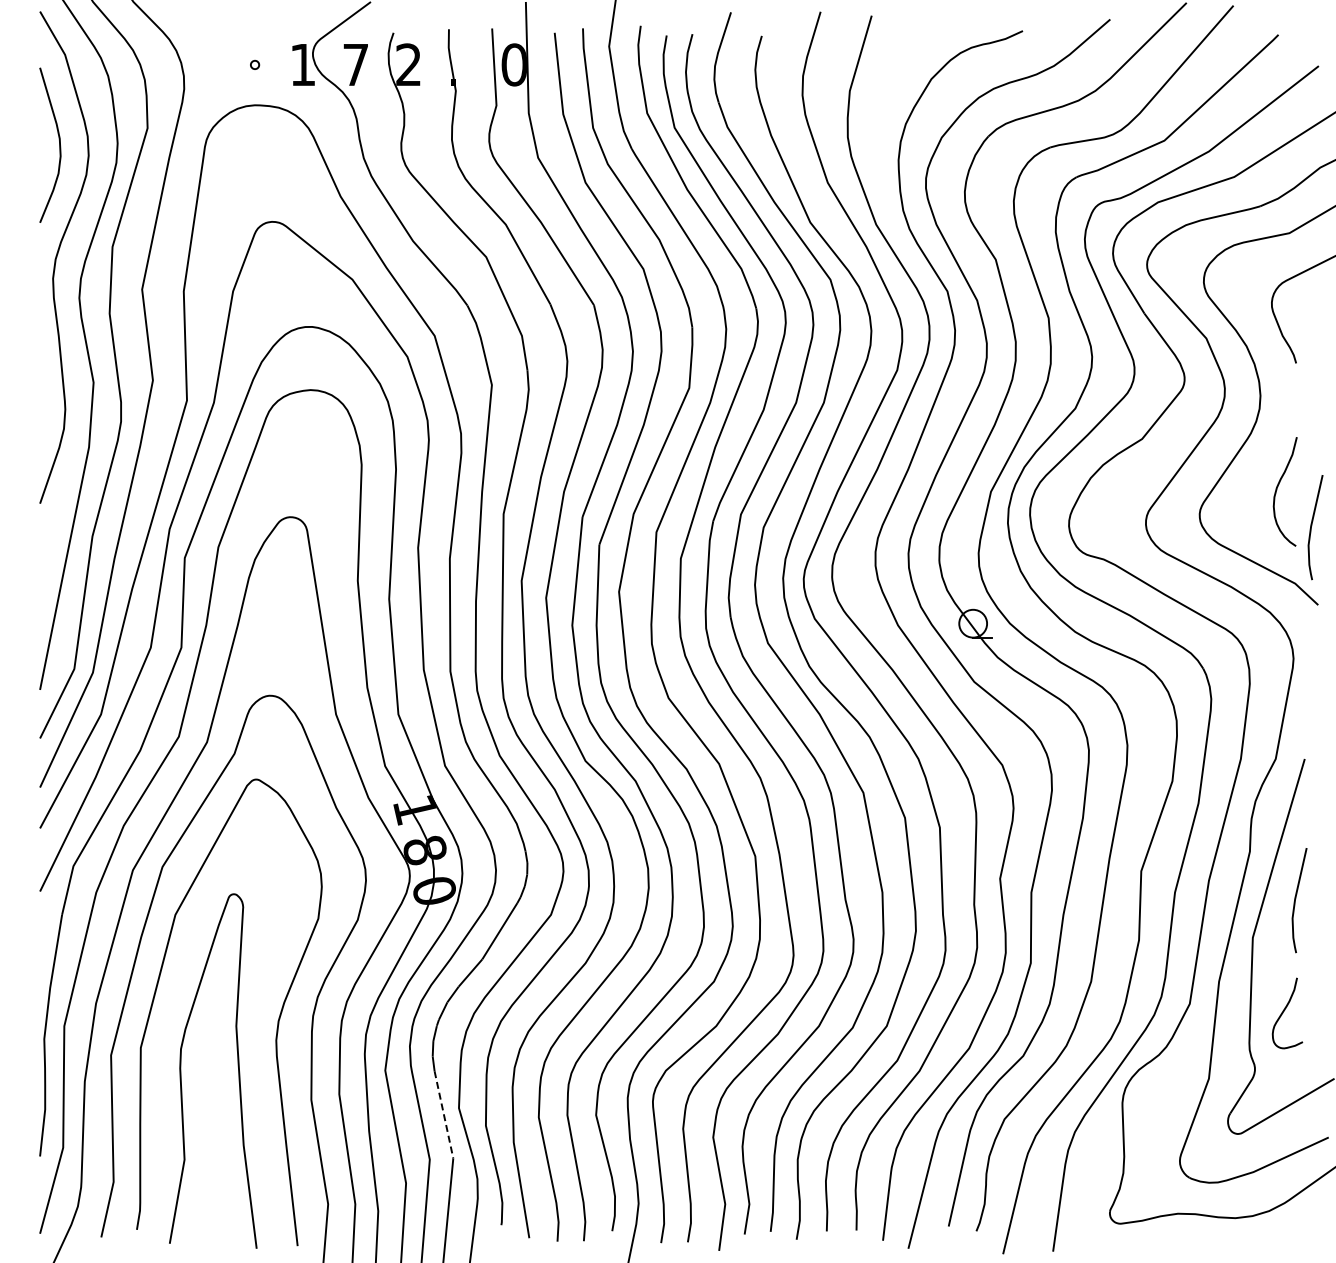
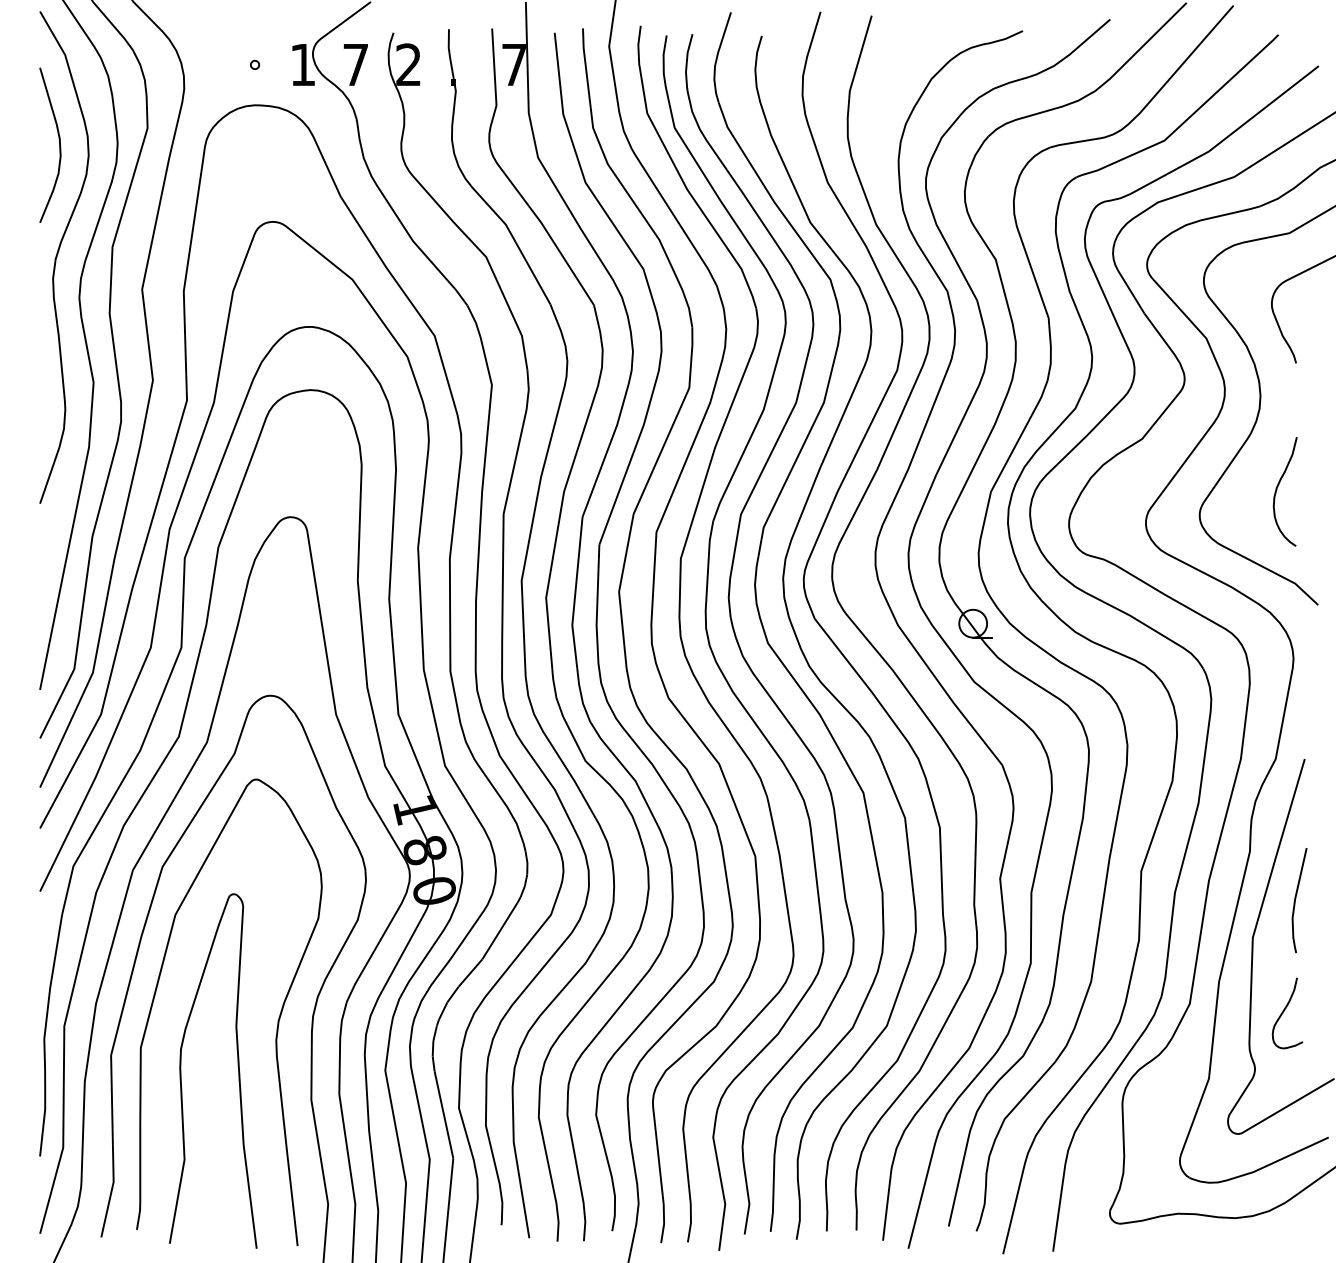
text at (513, 64): 0 -> 7
curve at (1312, 525): present -> none
line at (443, 1114): dashed -> solid
